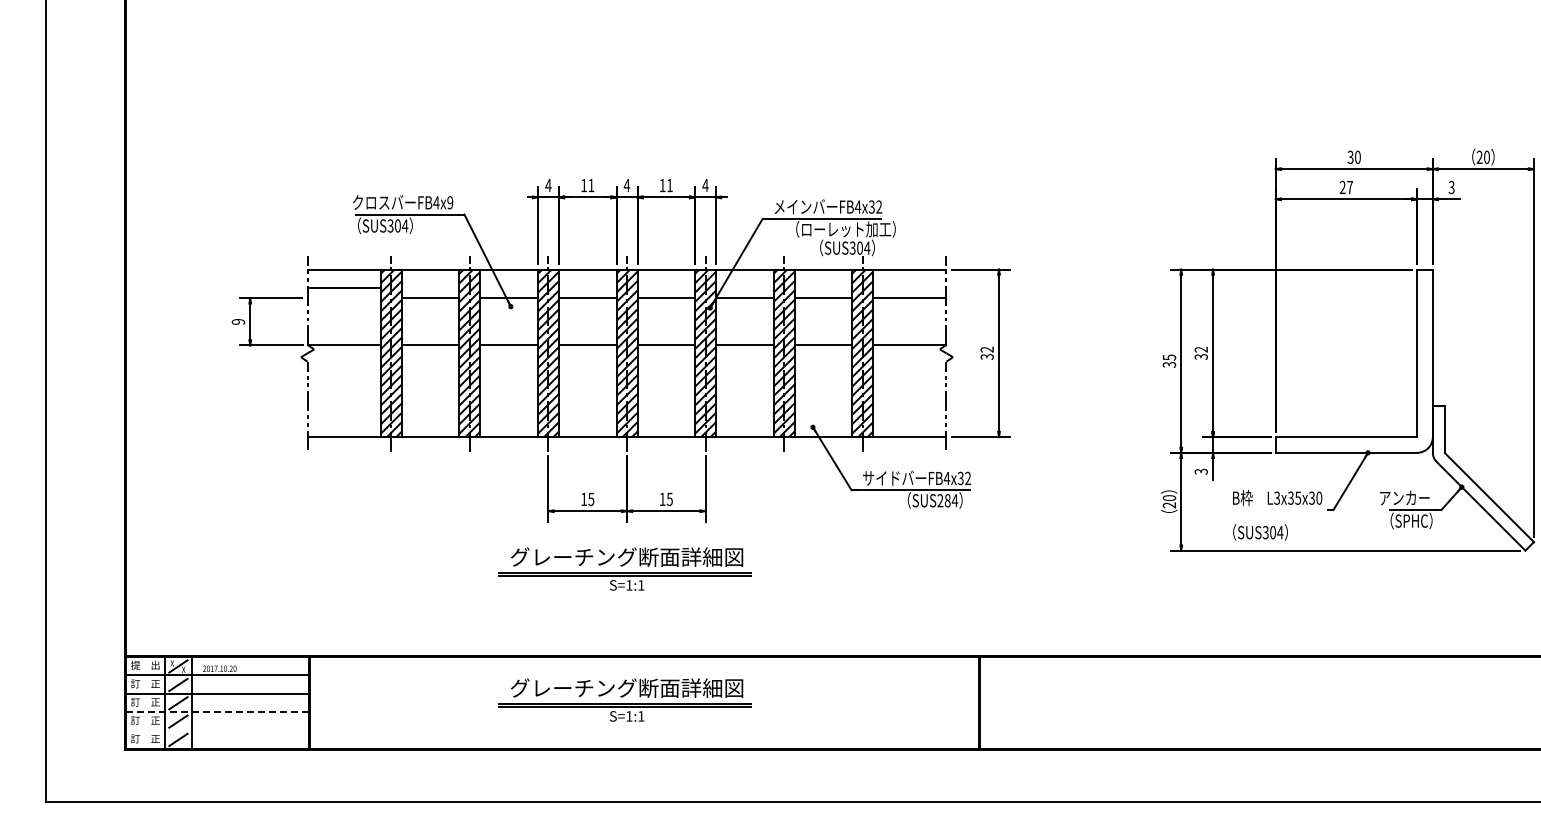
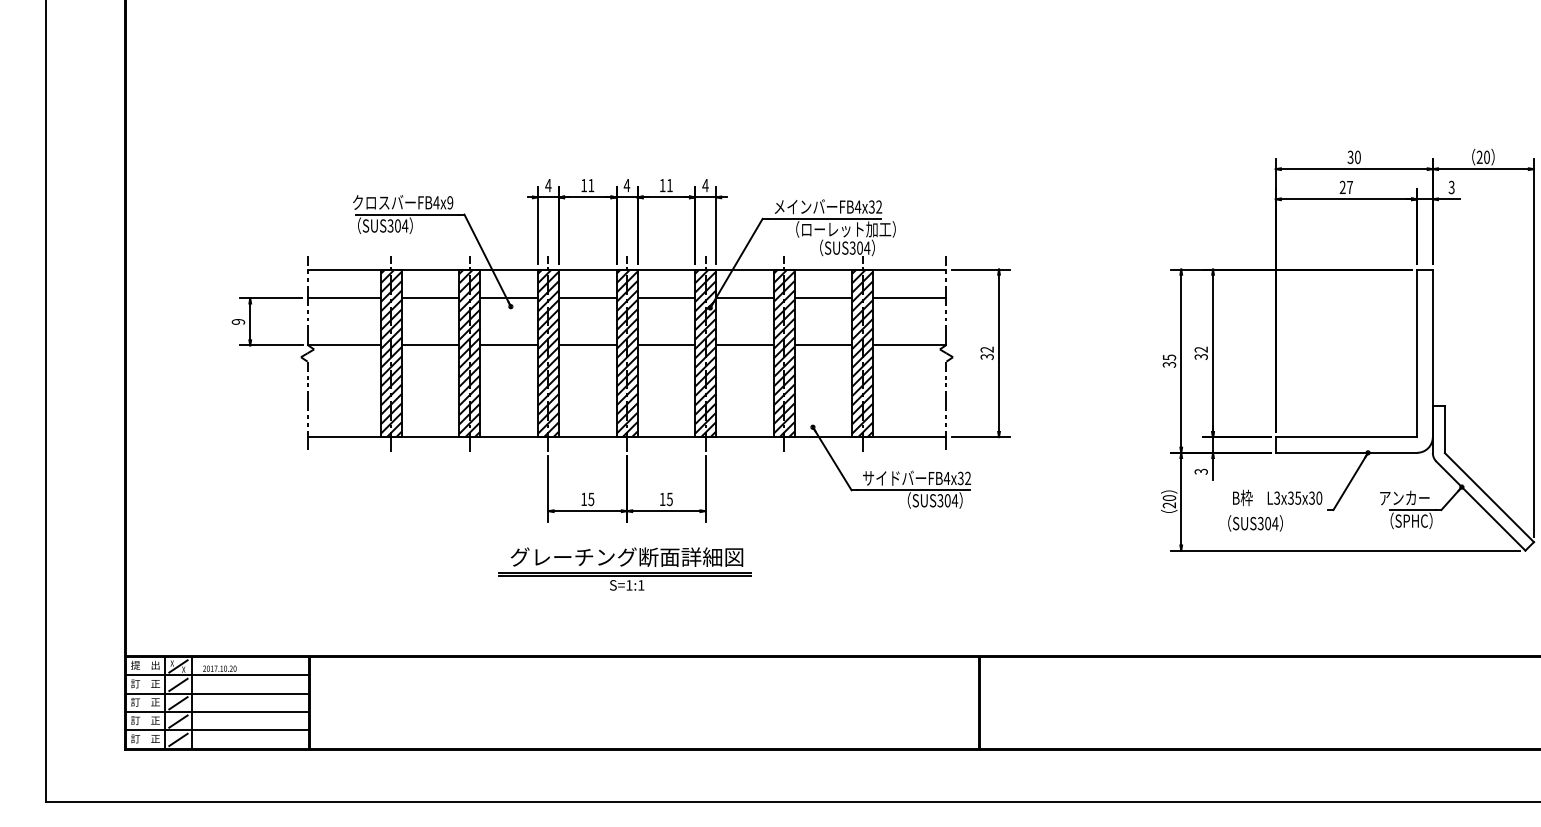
line at (343, 288) position: (343, 288) -> (343, 298)
text at (943, 500): SUS284 -> SUS304
text at (1260, 532) position: (1260, 532) -> (1255, 523)
part at (624, 699): present -> none
line at (217, 711): dashed -> solid
line at (217, 730): none -> present
